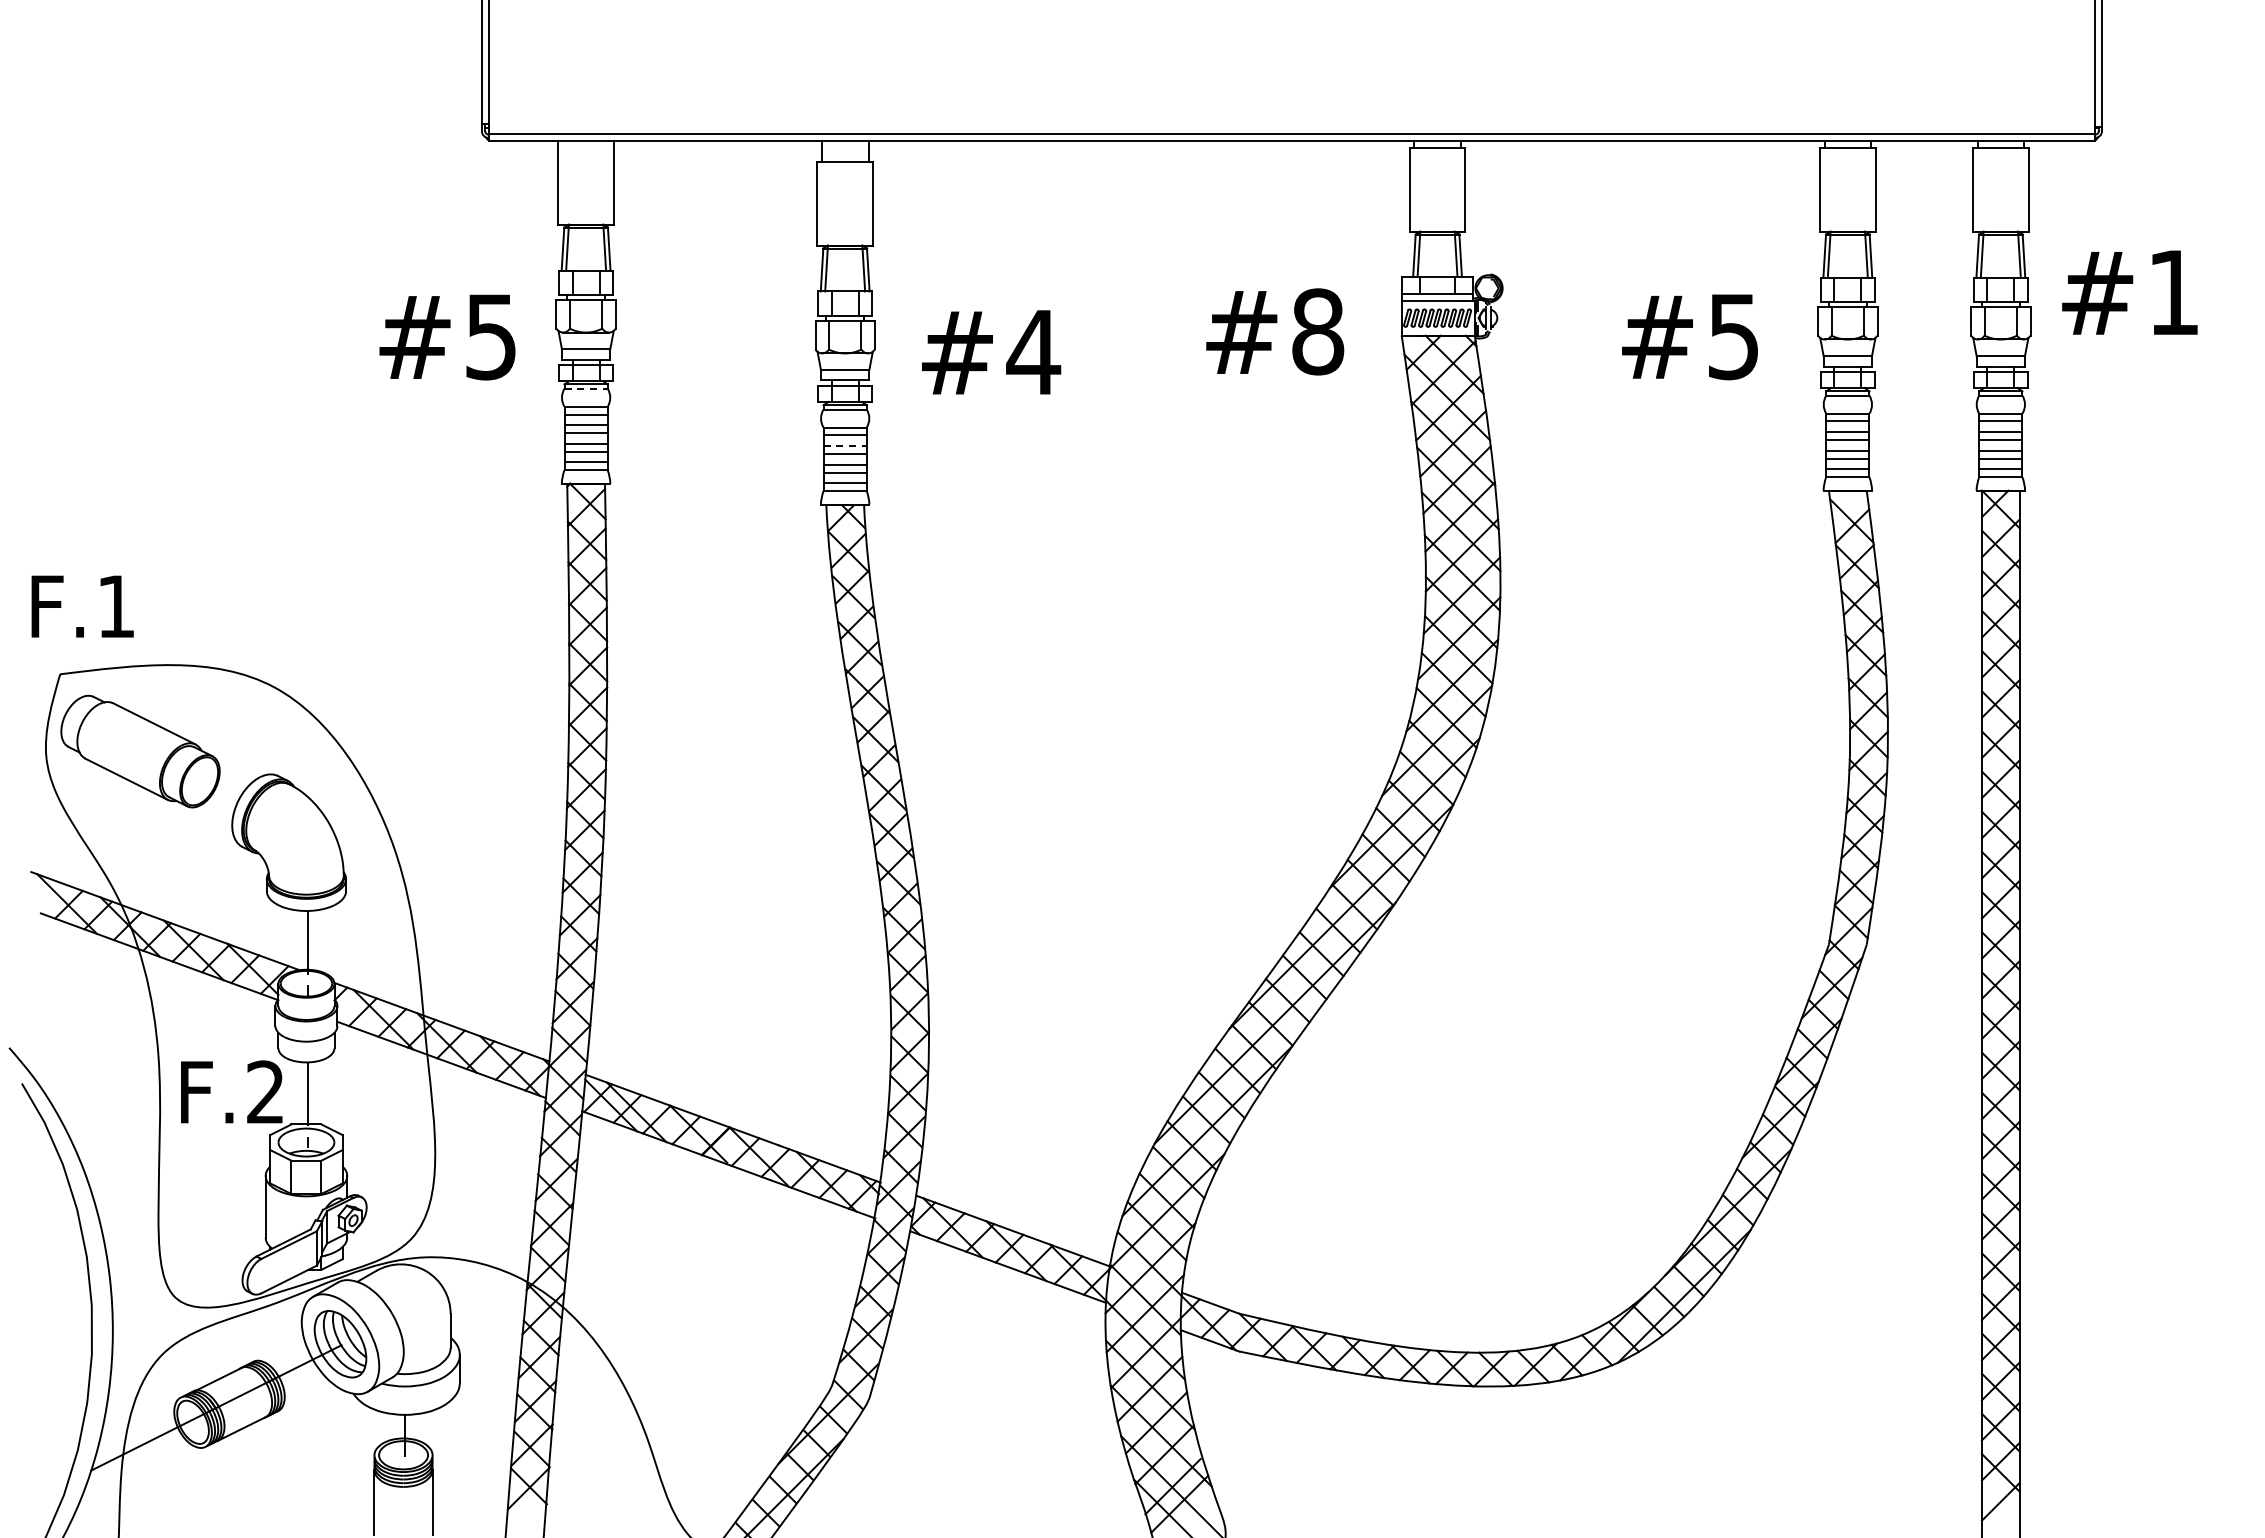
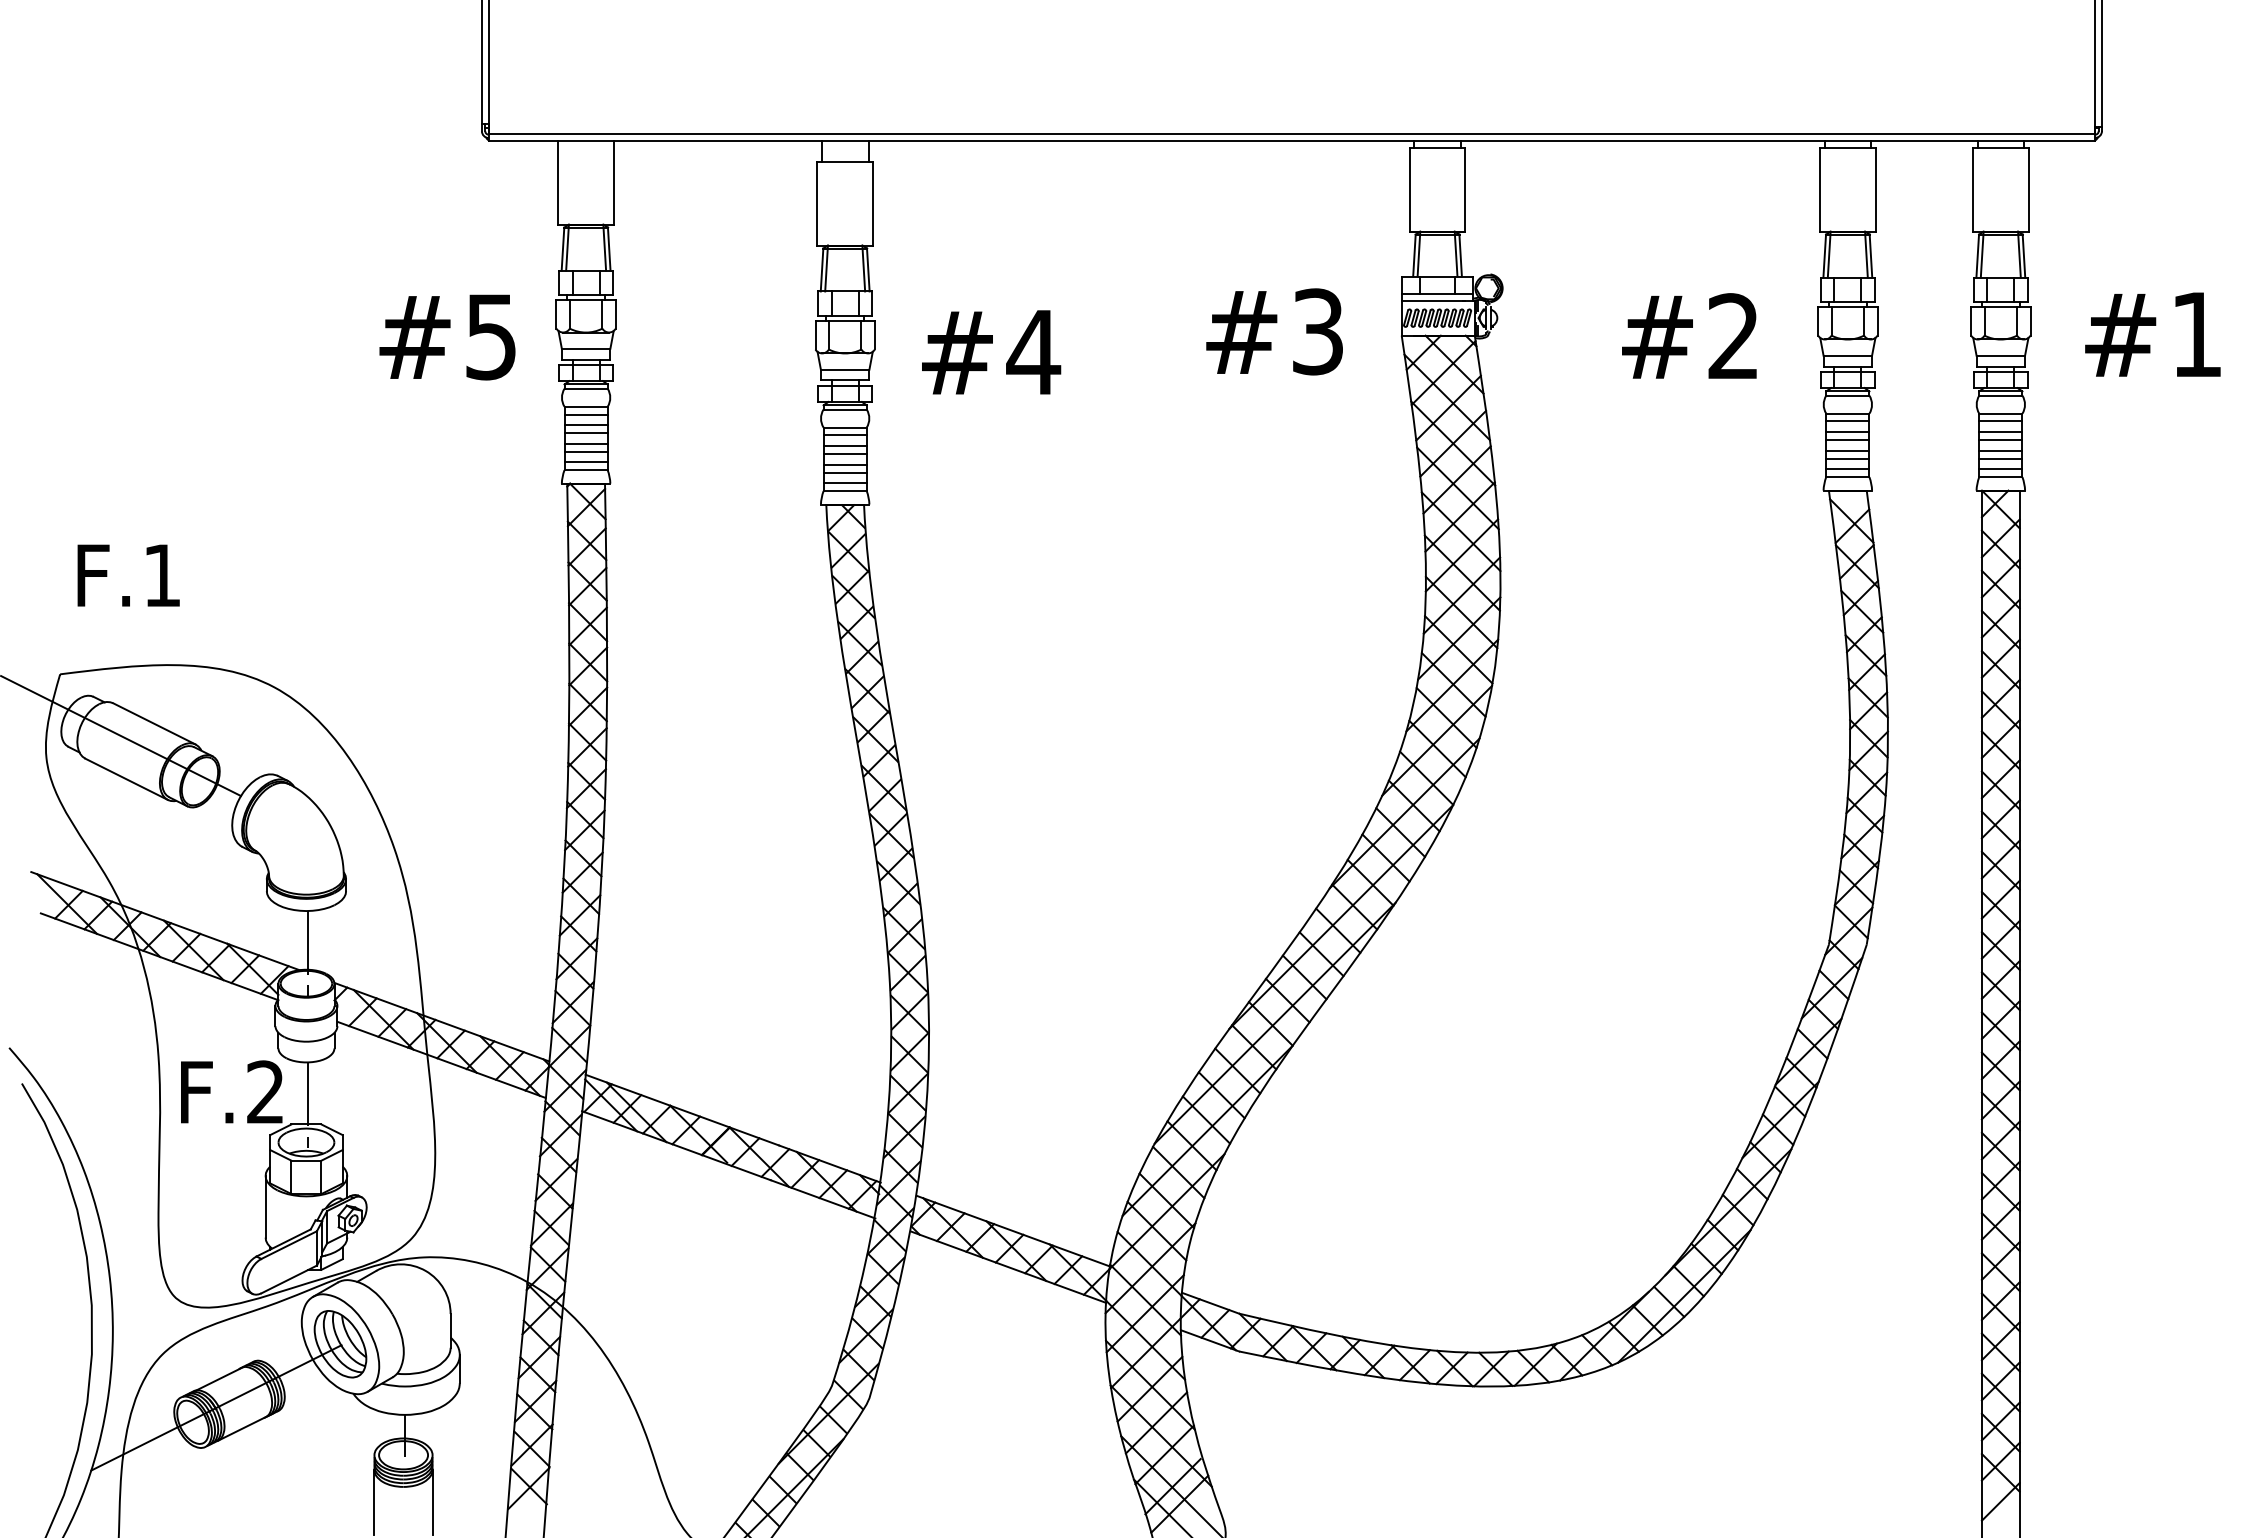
text at (2129, 292) position: (2129, 292) -> (2152, 334)
text at (1318, 331): #8 -> #3
text at (1732, 336): #5 -> #2
line at (586, 388): dashed -> solid
line at (845, 446): dashed -> solid
text at (82, 606) position: (82, 606) -> (128, 575)
line at (121, 736): none -> present
